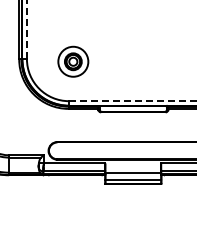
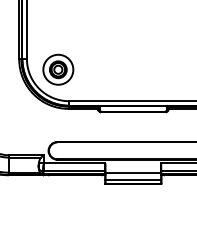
line at (26, 30): dashed -> solid
part at (73, 61) position: (73, 61) -> (58, 69)
line at (133, 101): dashed -> solid
